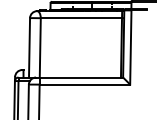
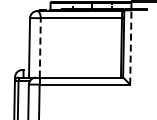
line at (40, 47): solid -> dashed
line at (130, 47): solid -> dashed
